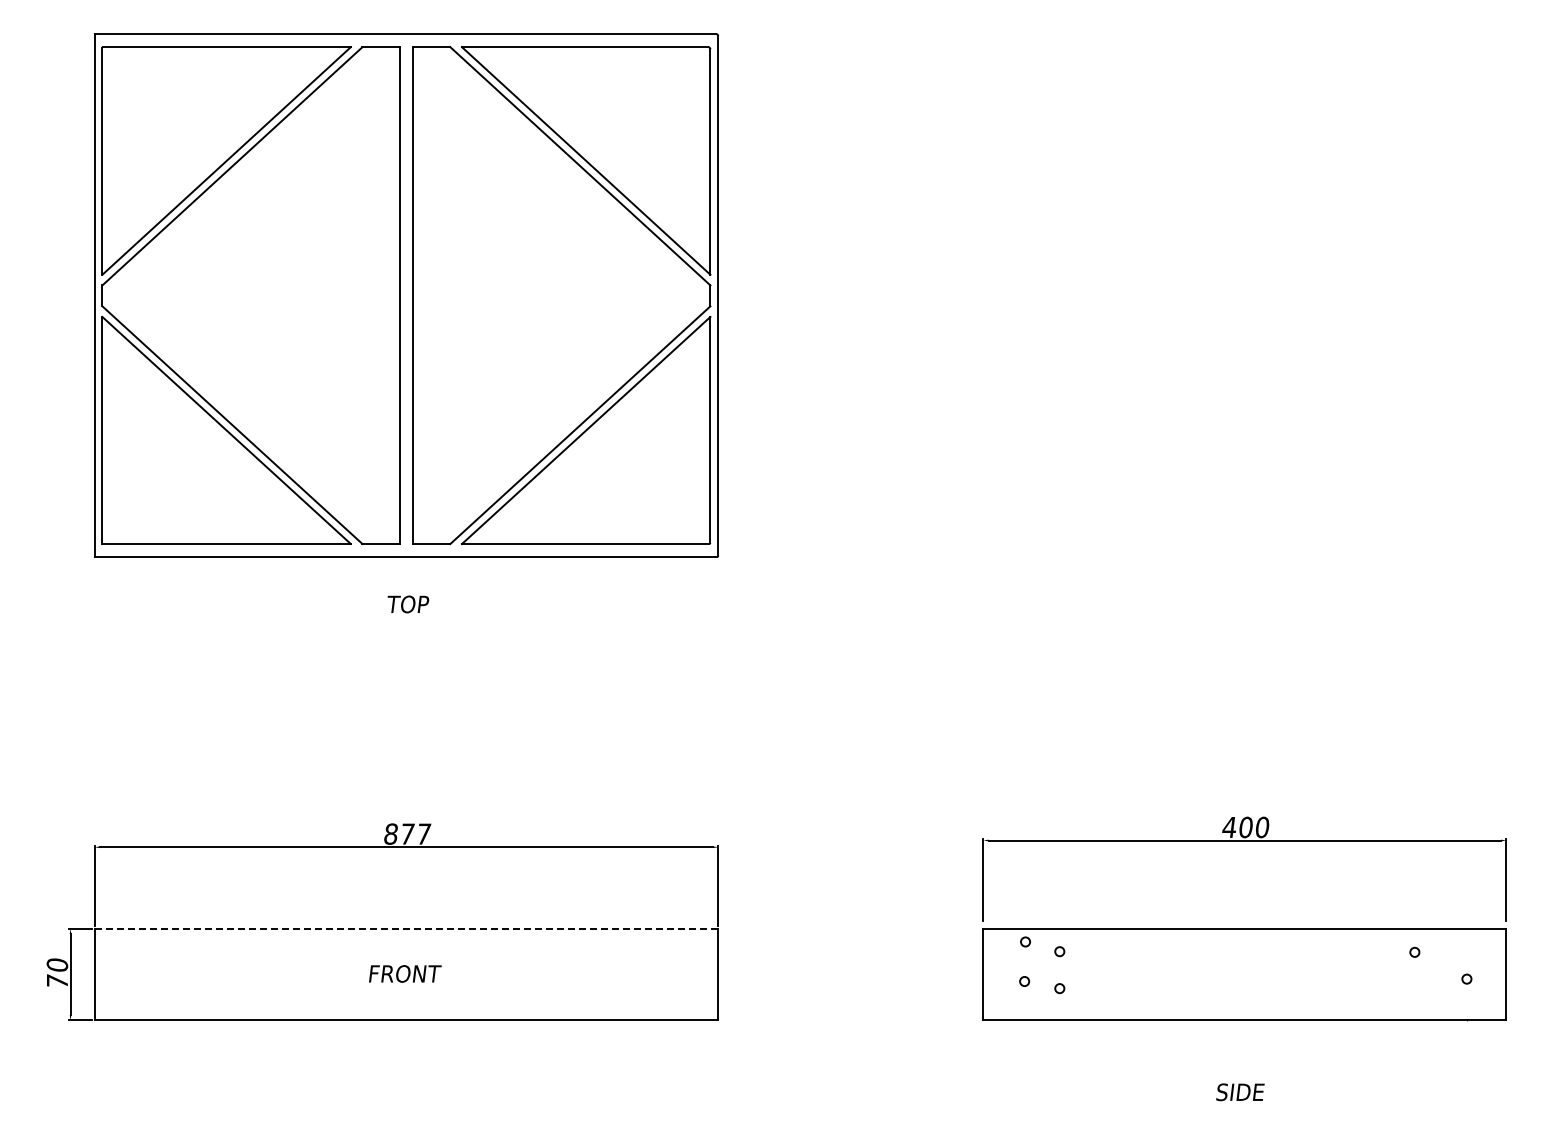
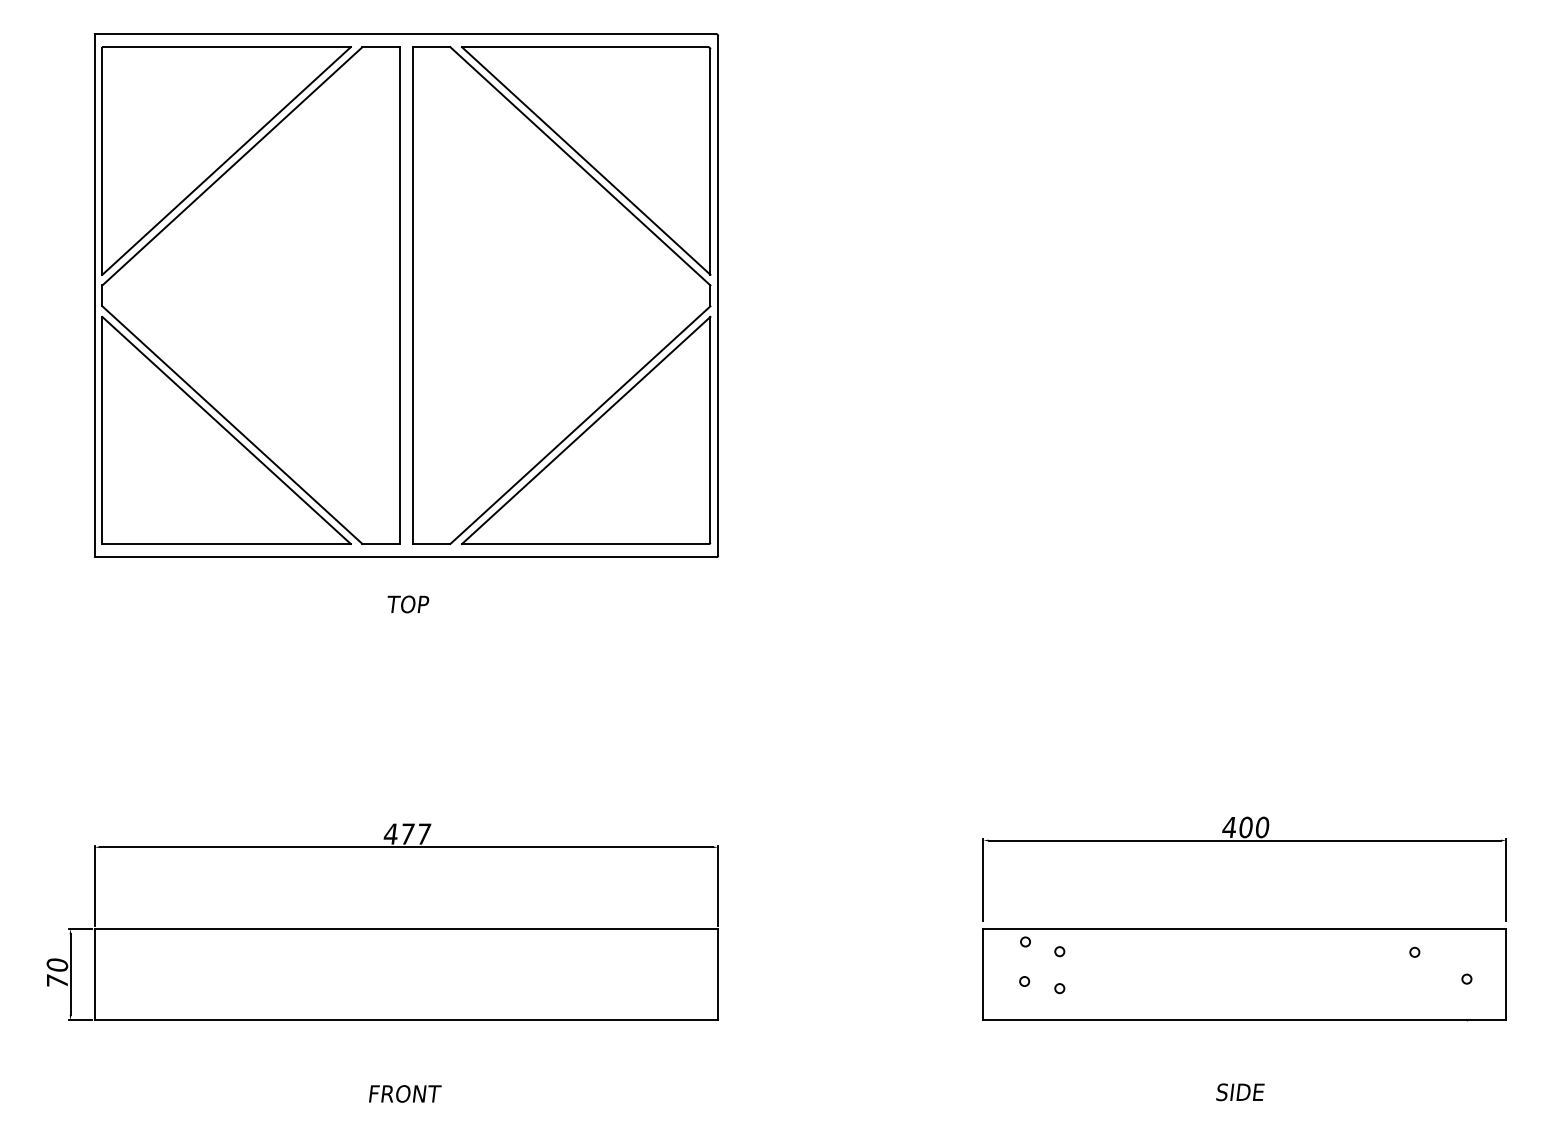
text at (390, 833): 877 -> 477
line at (406, 928): dashed -> solid
text at (405, 973) position: (405, 973) -> (405, 1093)
